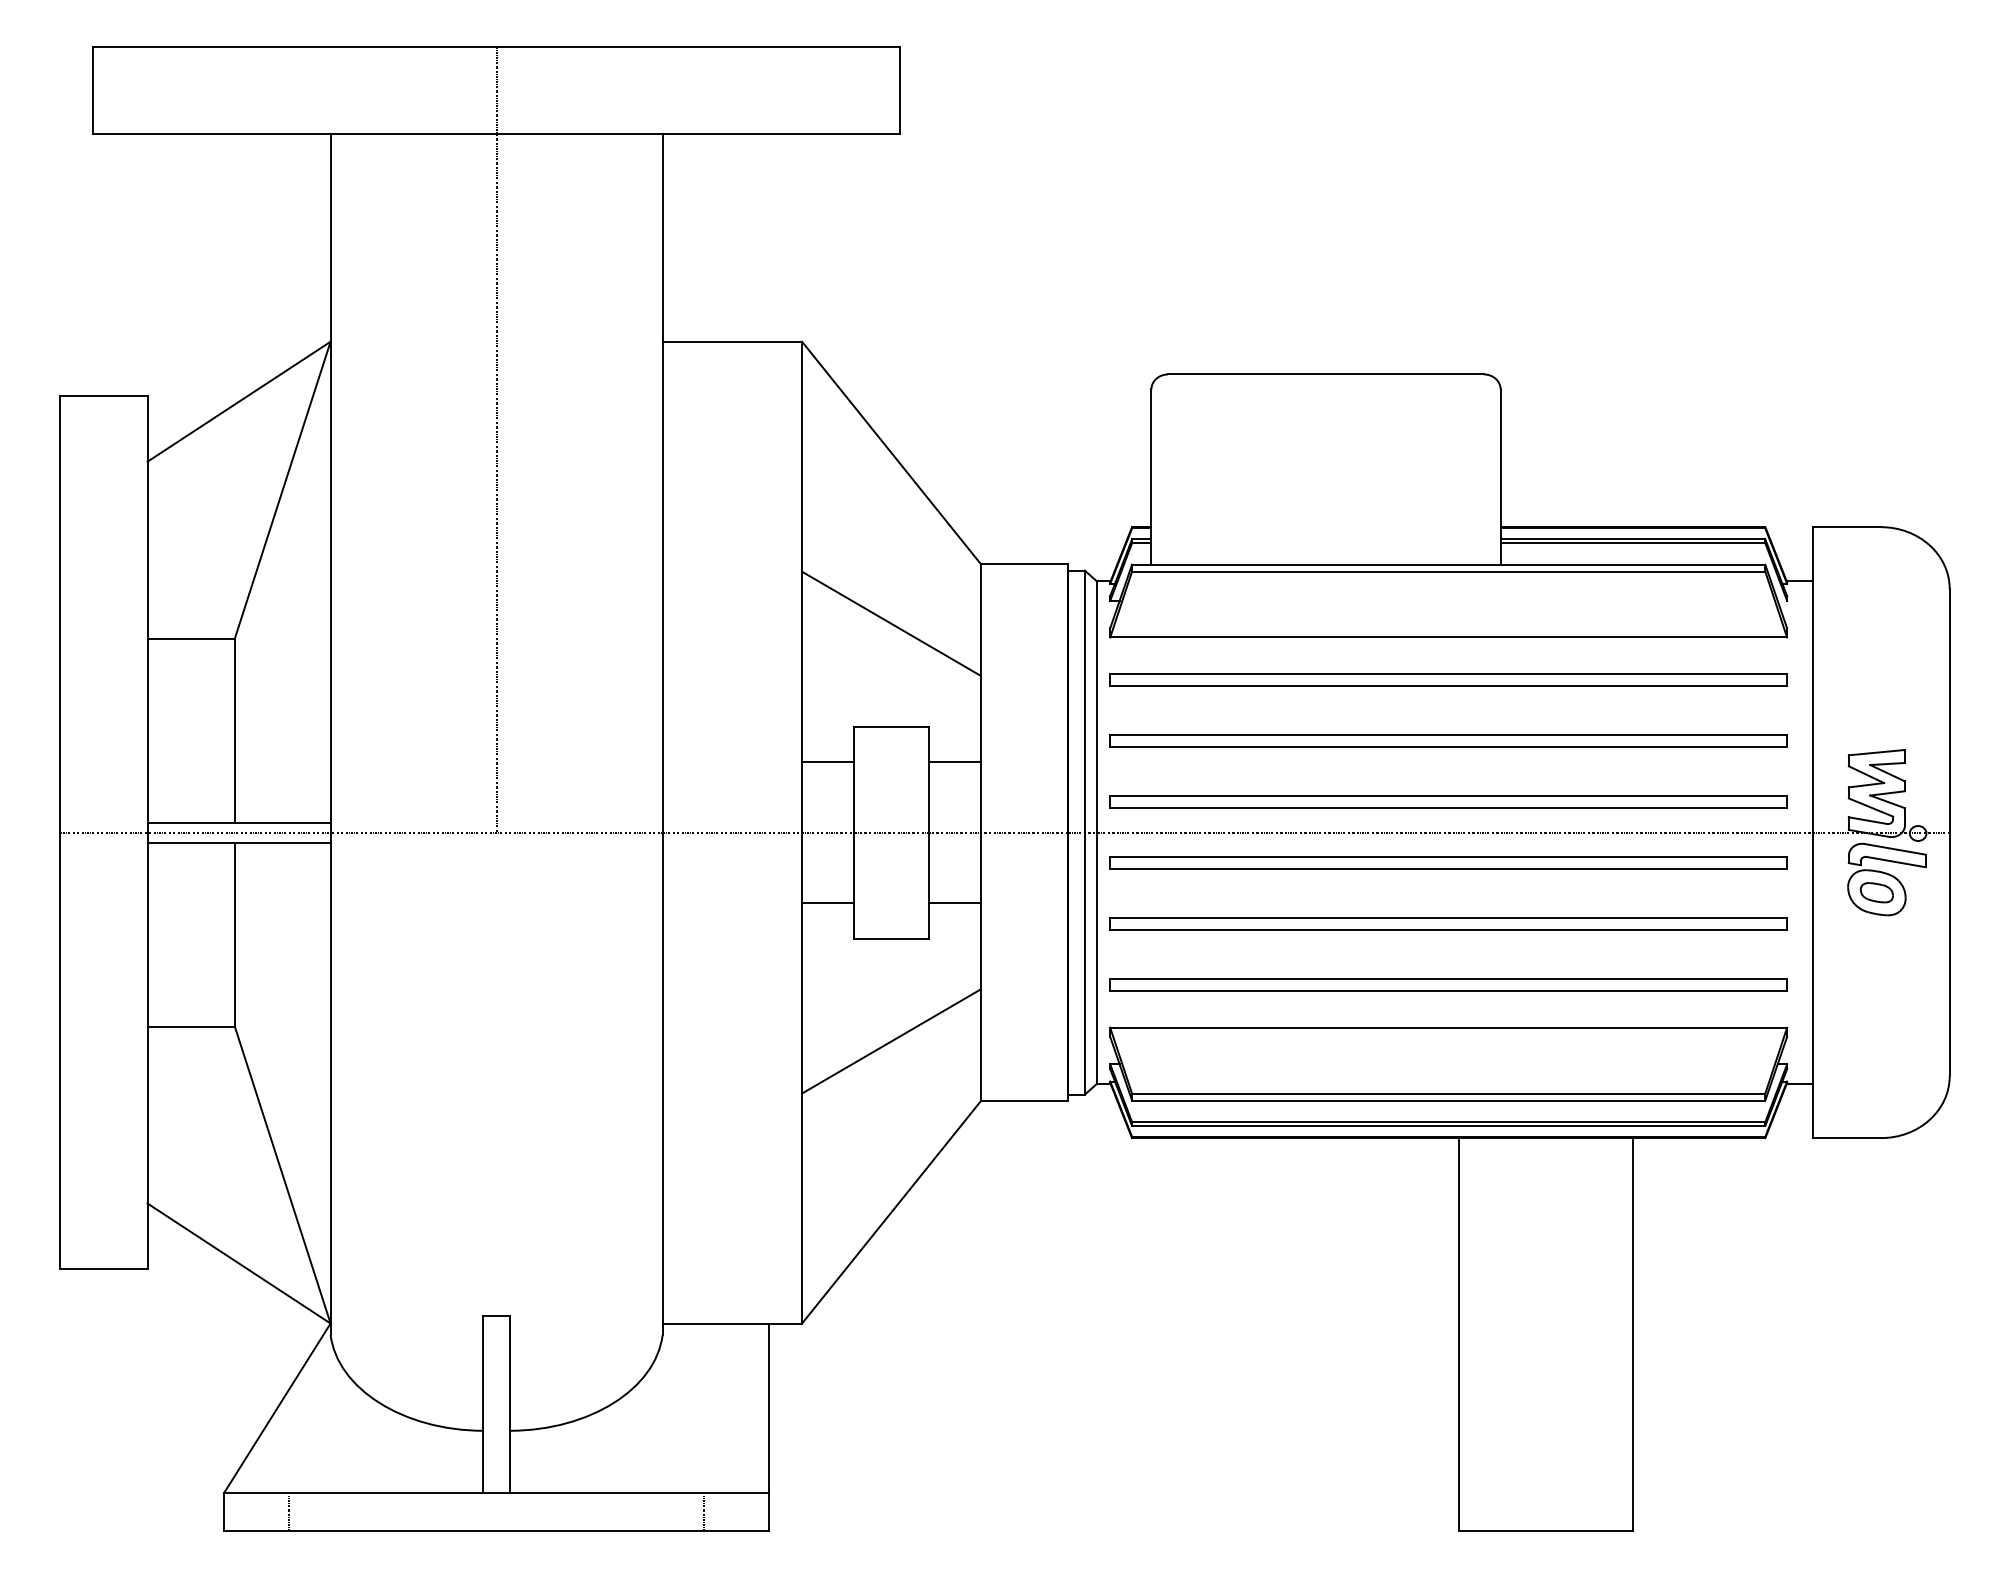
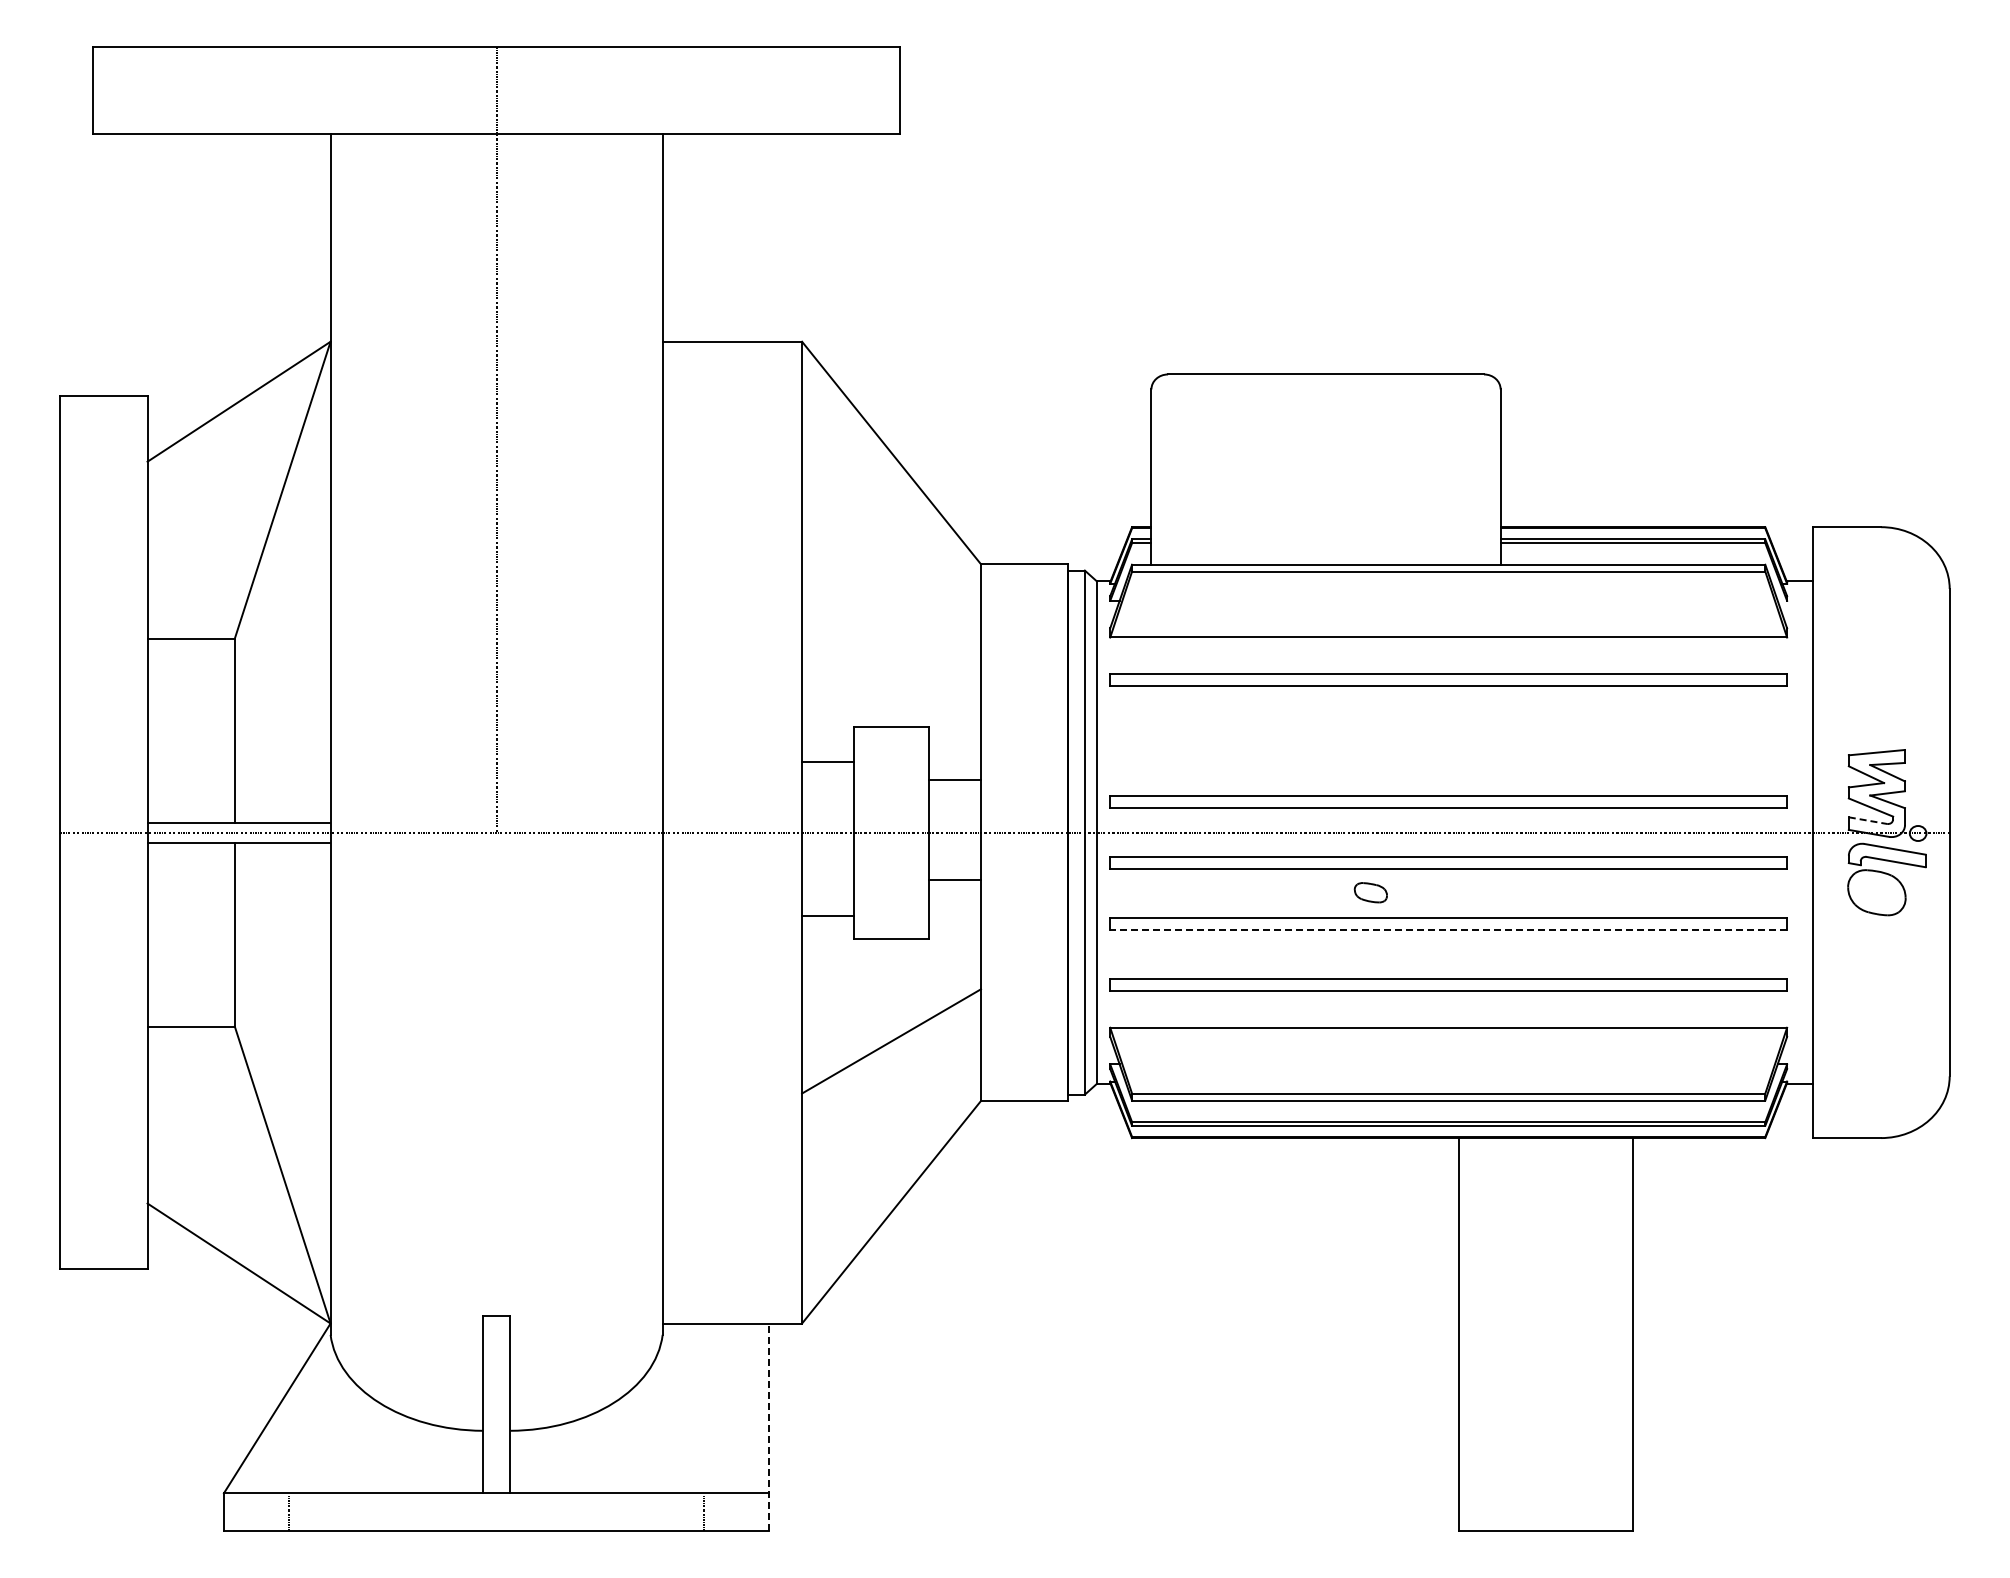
line at (891, 623): present -> none
part at (1448, 740): present -> none
line at (954, 761) position: (954, 761) -> (954, 779)
line at (1868, 820): solid -> dashed
part at (1876, 892) position: (1876, 892) -> (1370, 892)
line at (828, 903) position: (828, 903) -> (828, 916)
line at (954, 903) position: (954, 903) -> (954, 880)
line at (1448, 930): solid -> dashed
line at (769, 1427): solid -> dashed
